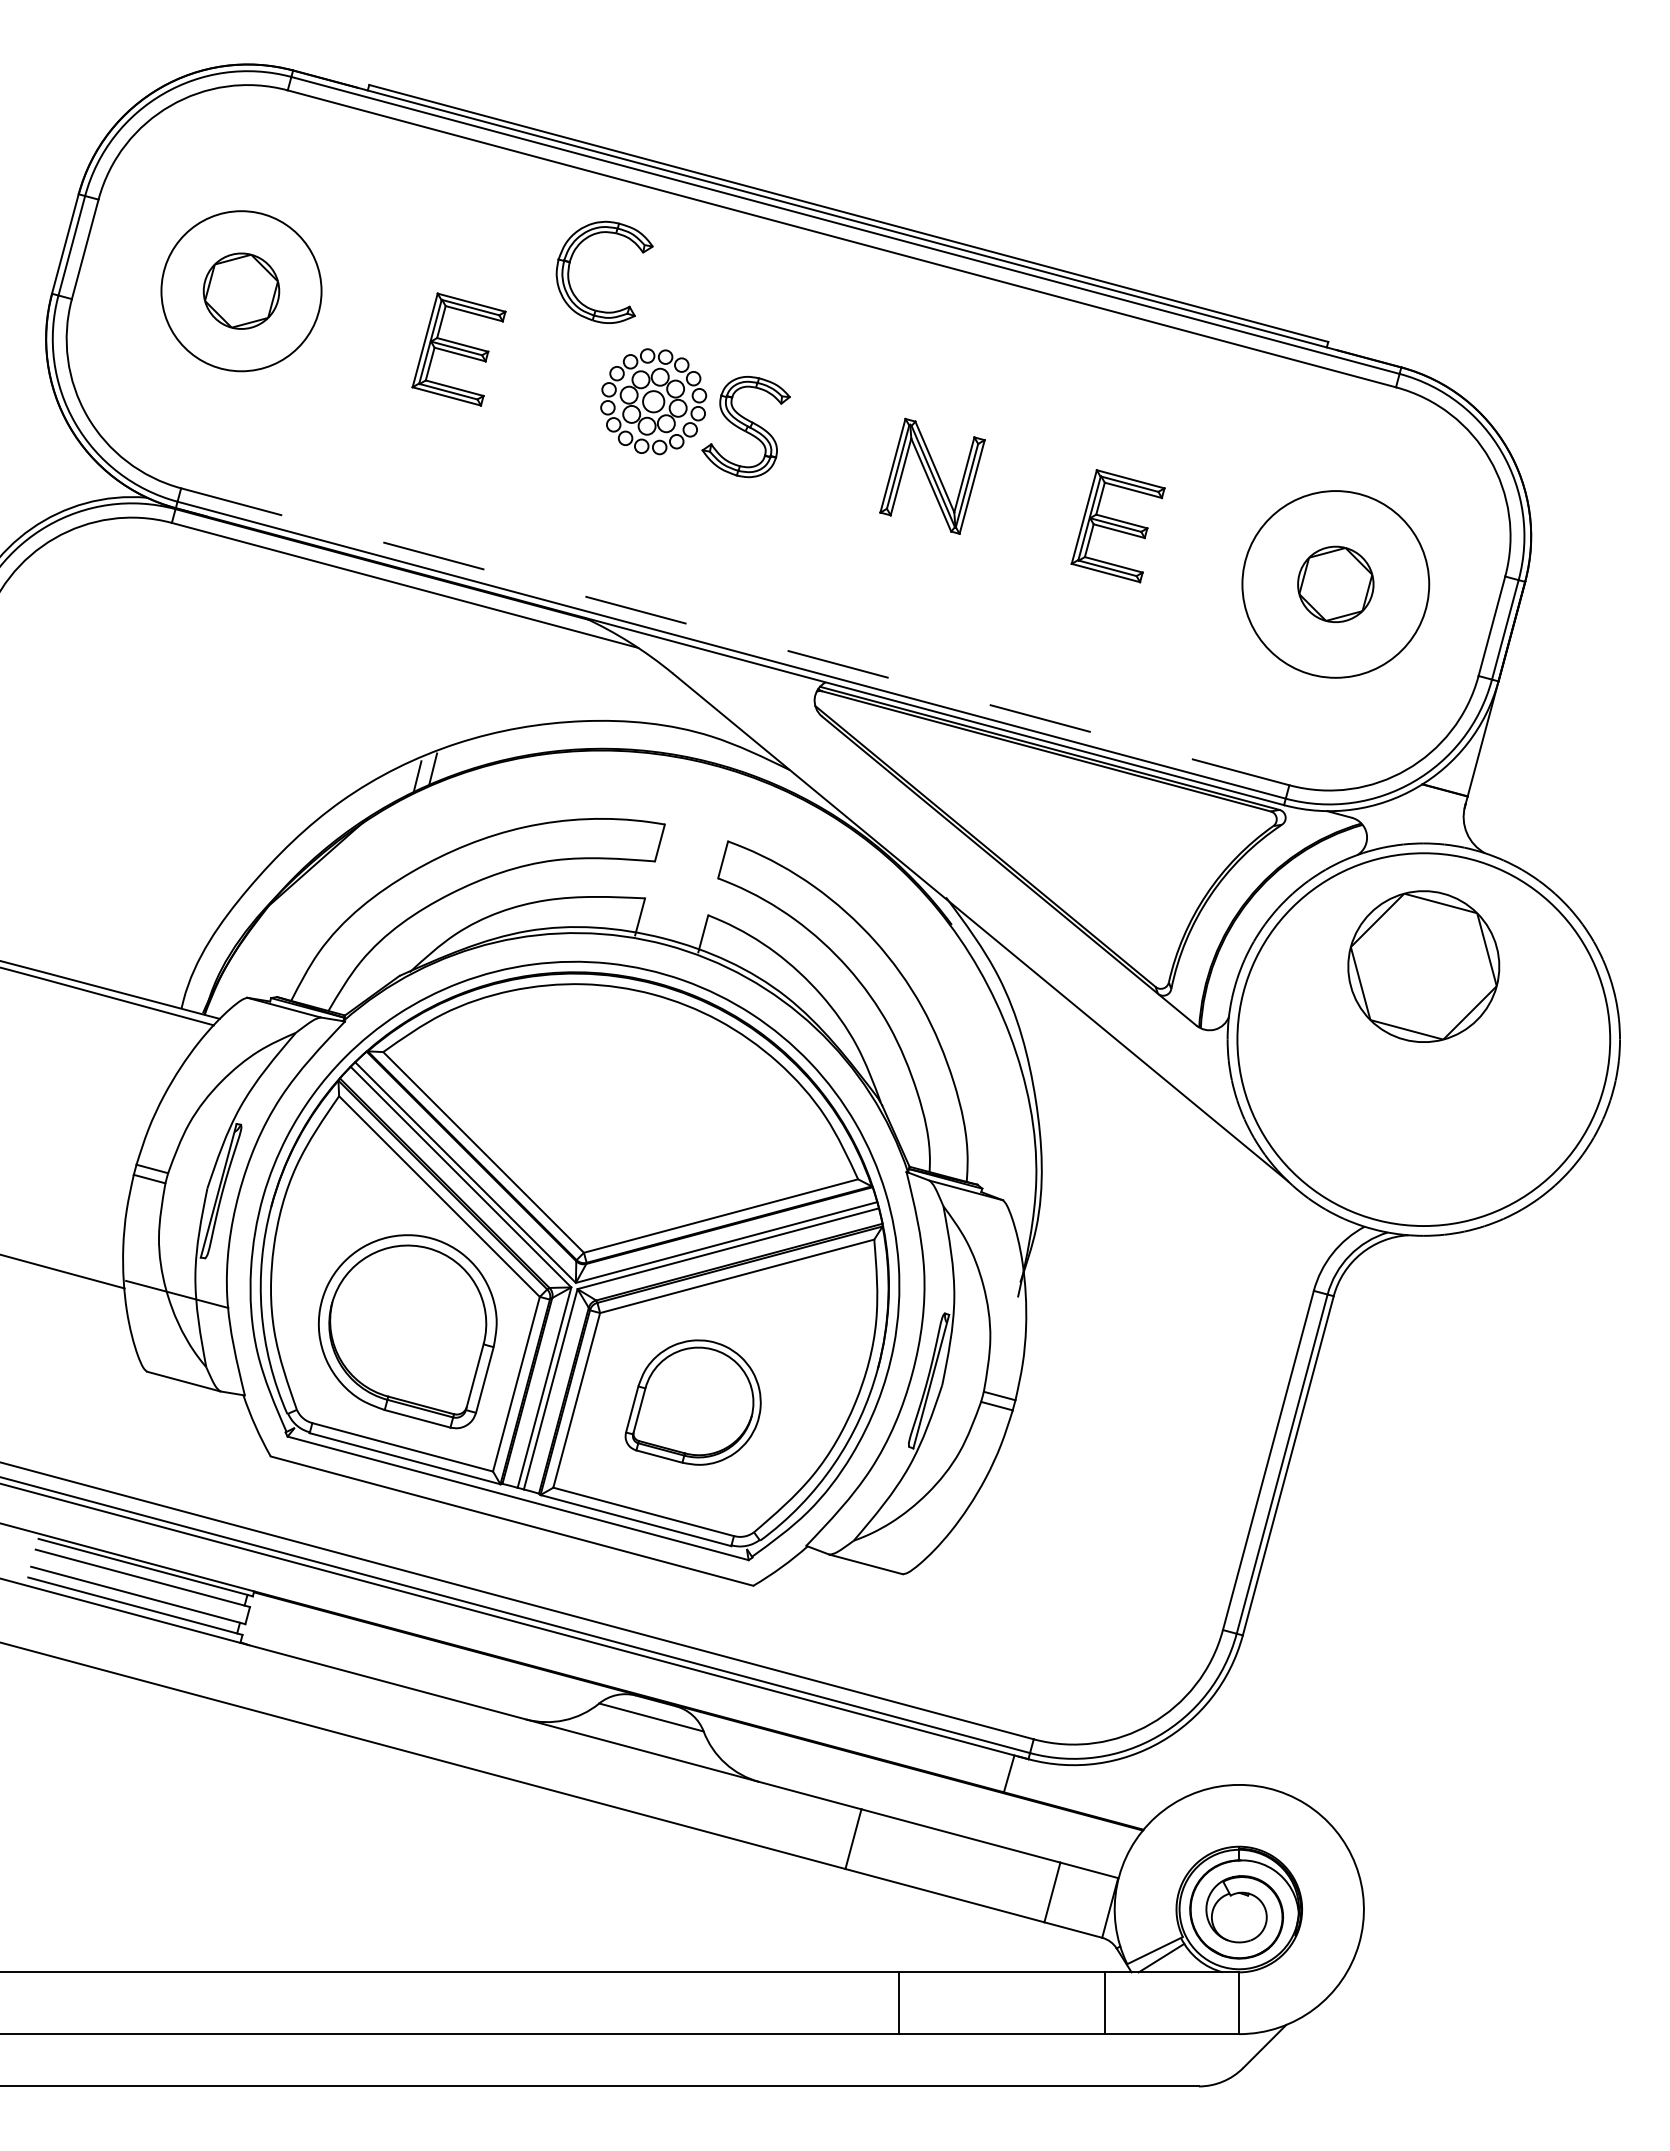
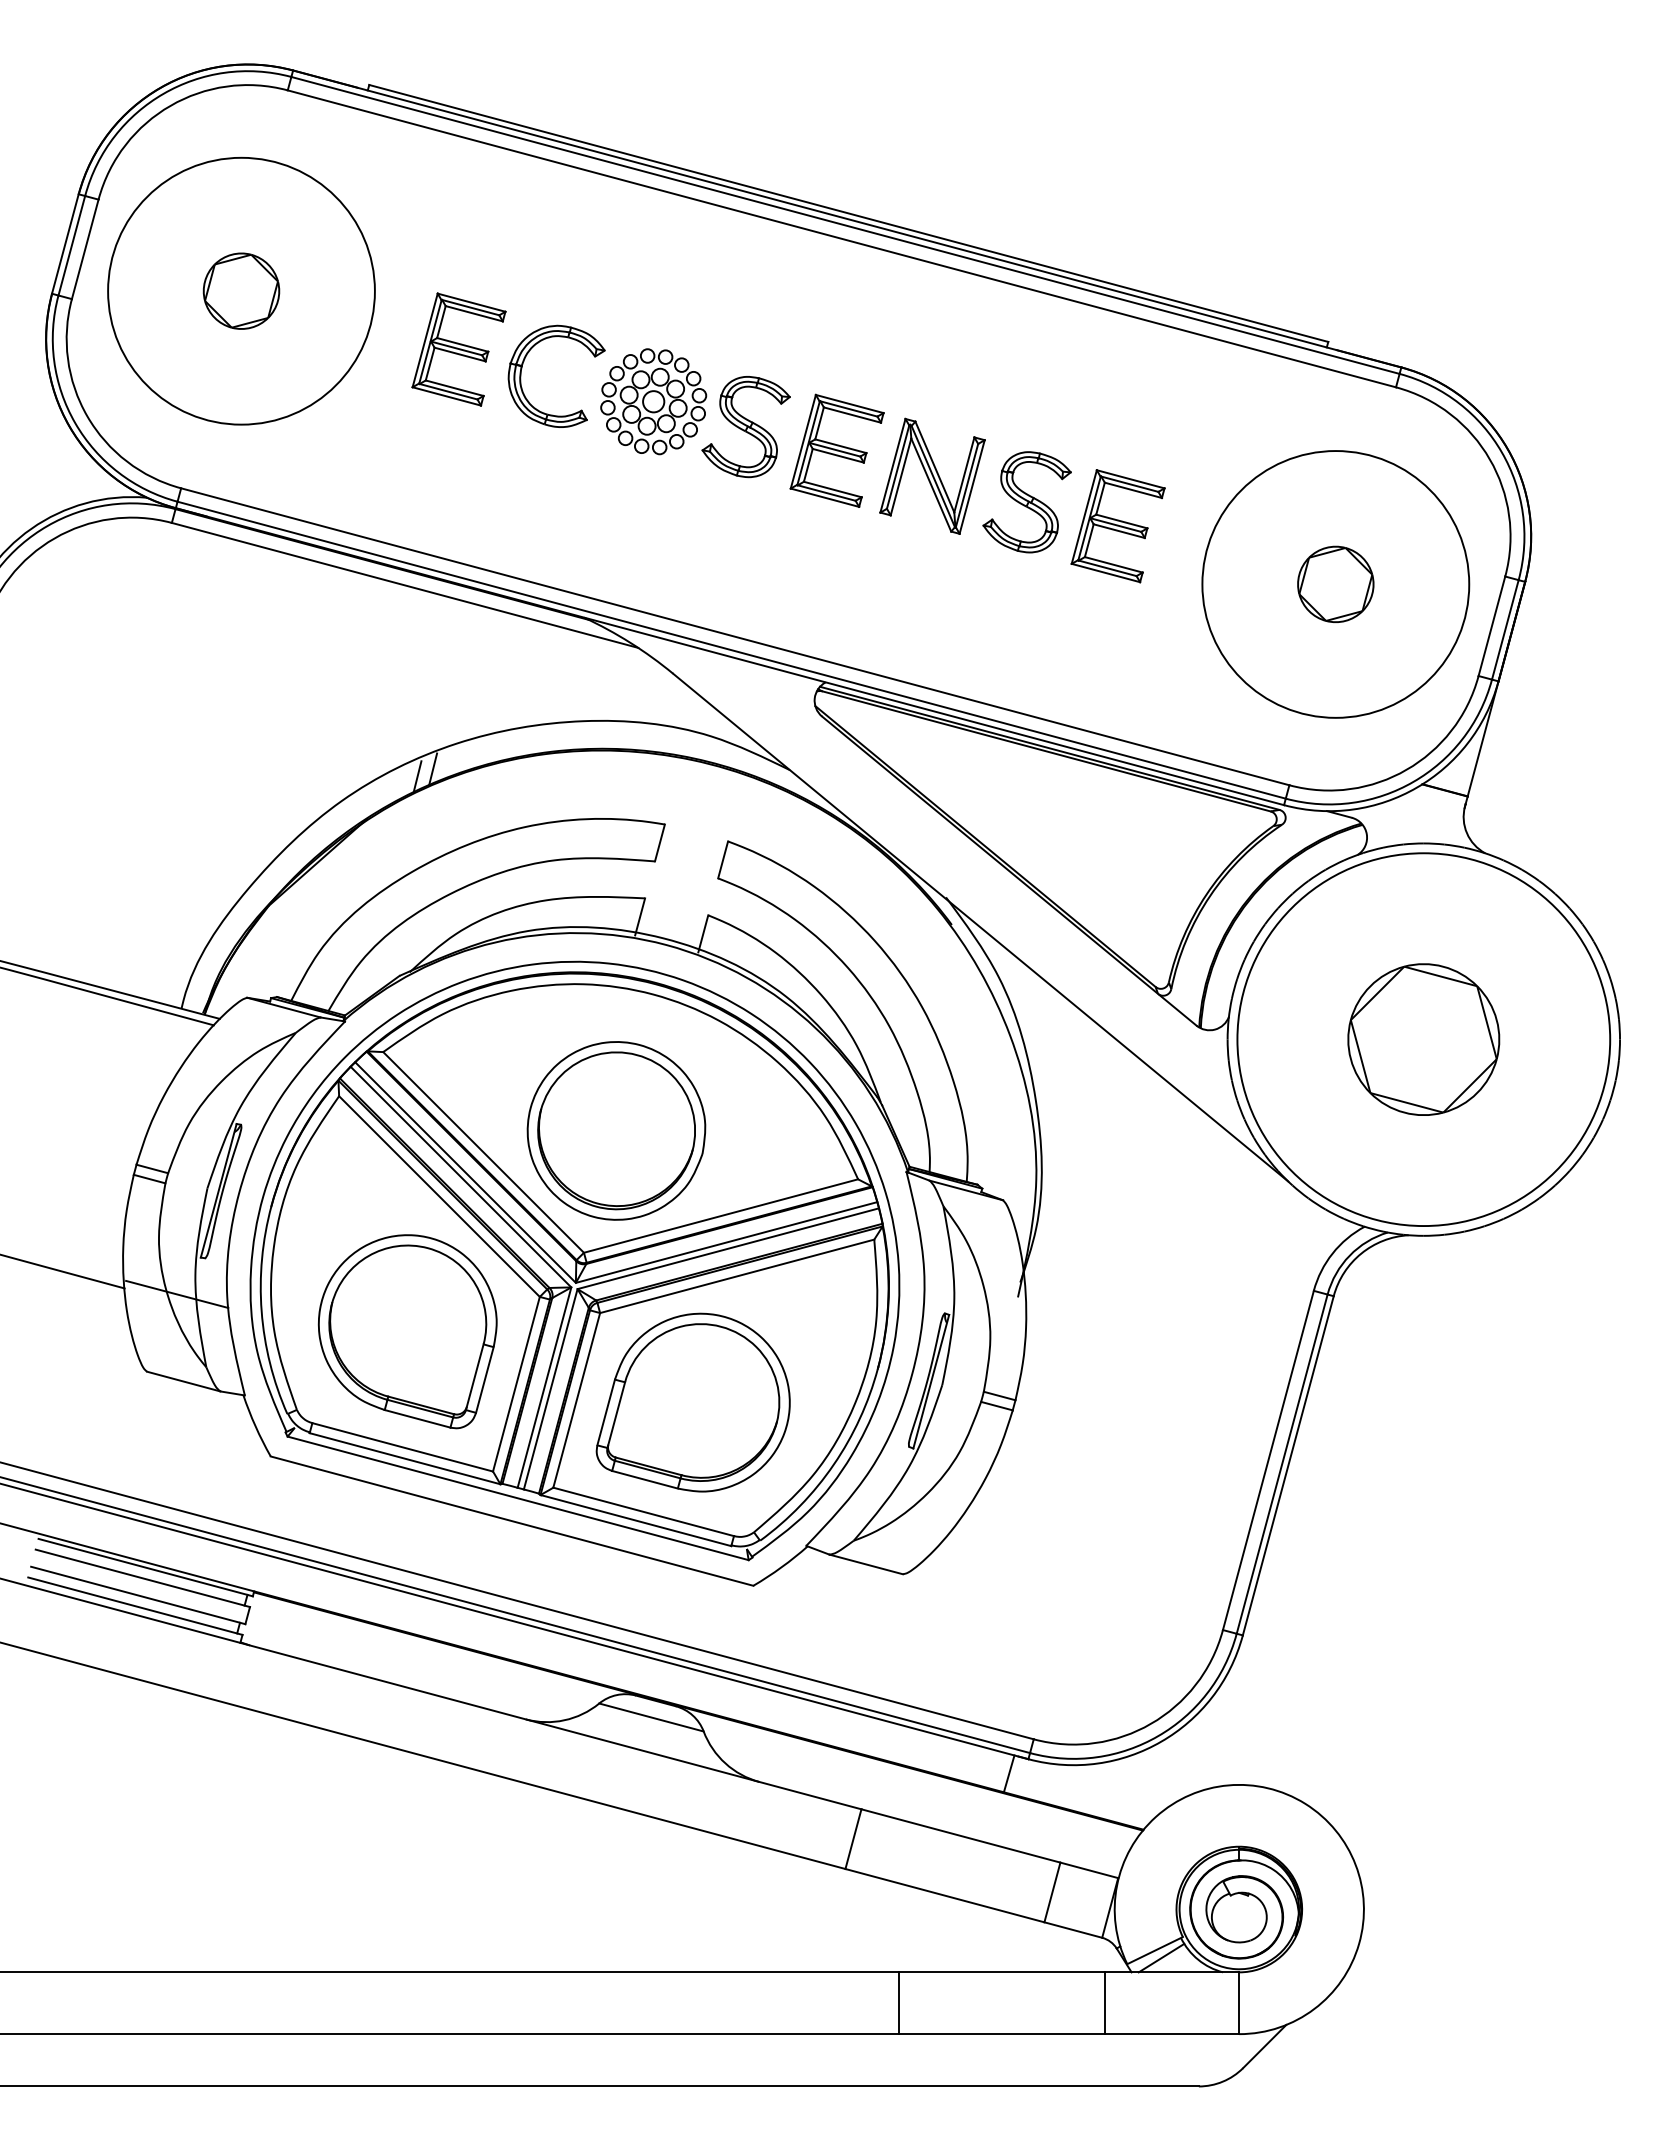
part at (570, 264) position: (570, 264) -> (522, 368)
circle at (241, 291) diameter: 160 px -> 267 px
part at (836, 450): none -> present
part at (1026, 502): none -> present
circle at (1335, 584) diameter: 187 px -> 267 px
line at (735, 636): dashed -> solid
part at (1423, 966) position: (1423, 966) -> (1423, 1039)
part at (616, 1130): none -> present
part at (692, 1402) size: 138x127 px -> 196x181 px
